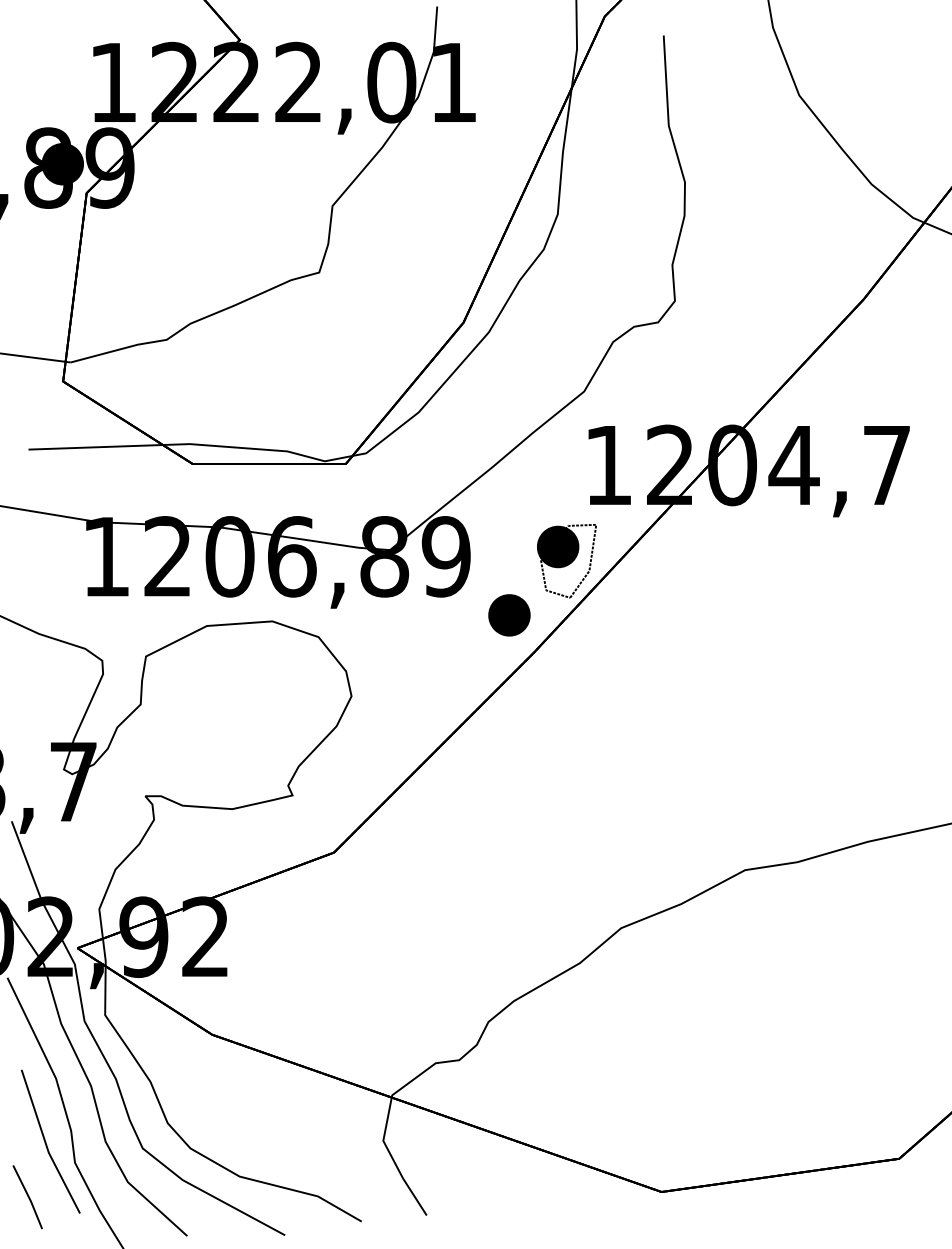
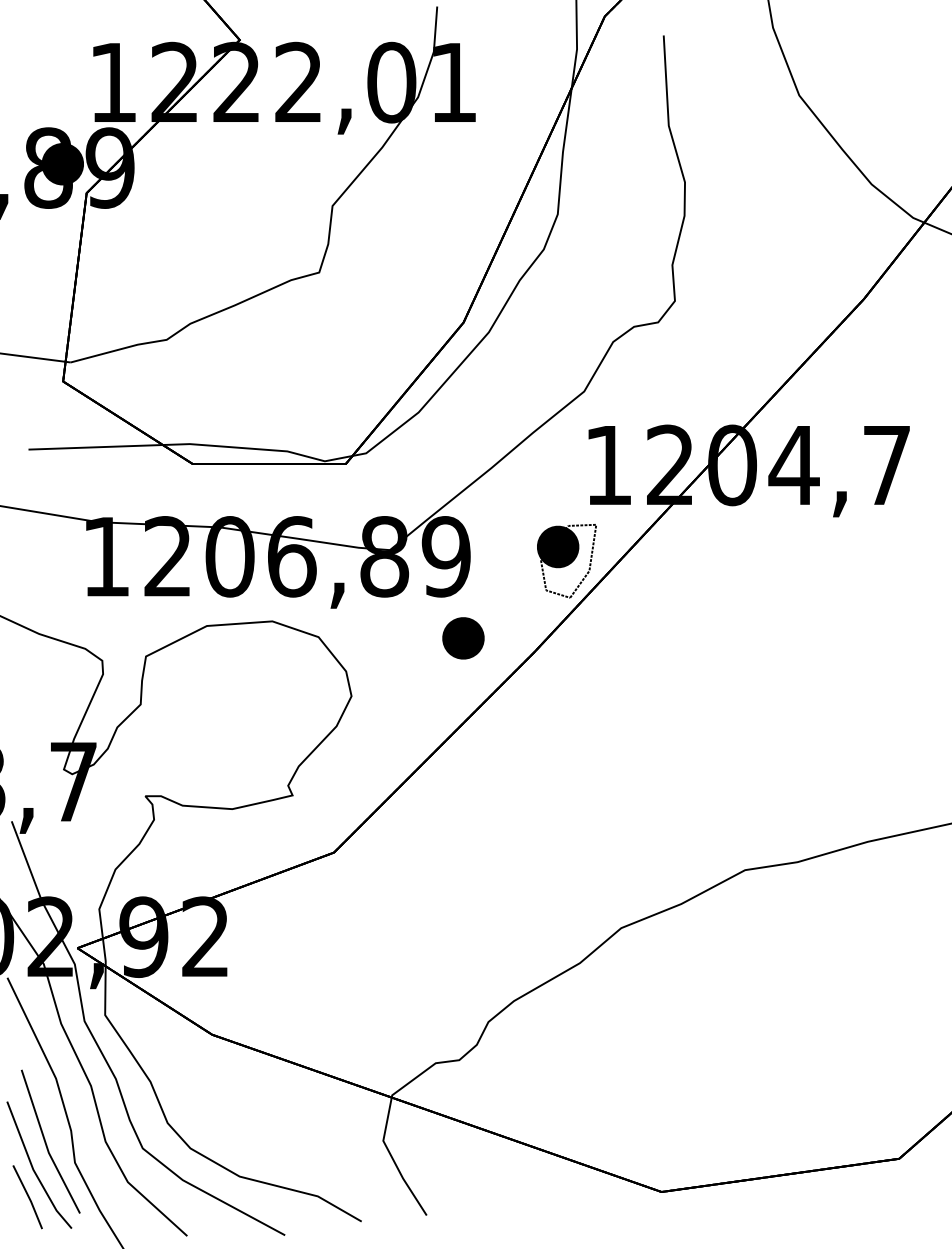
part at (509, 615) position: (509, 615) -> (463, 638)
part at (33, 1166): none -> present
